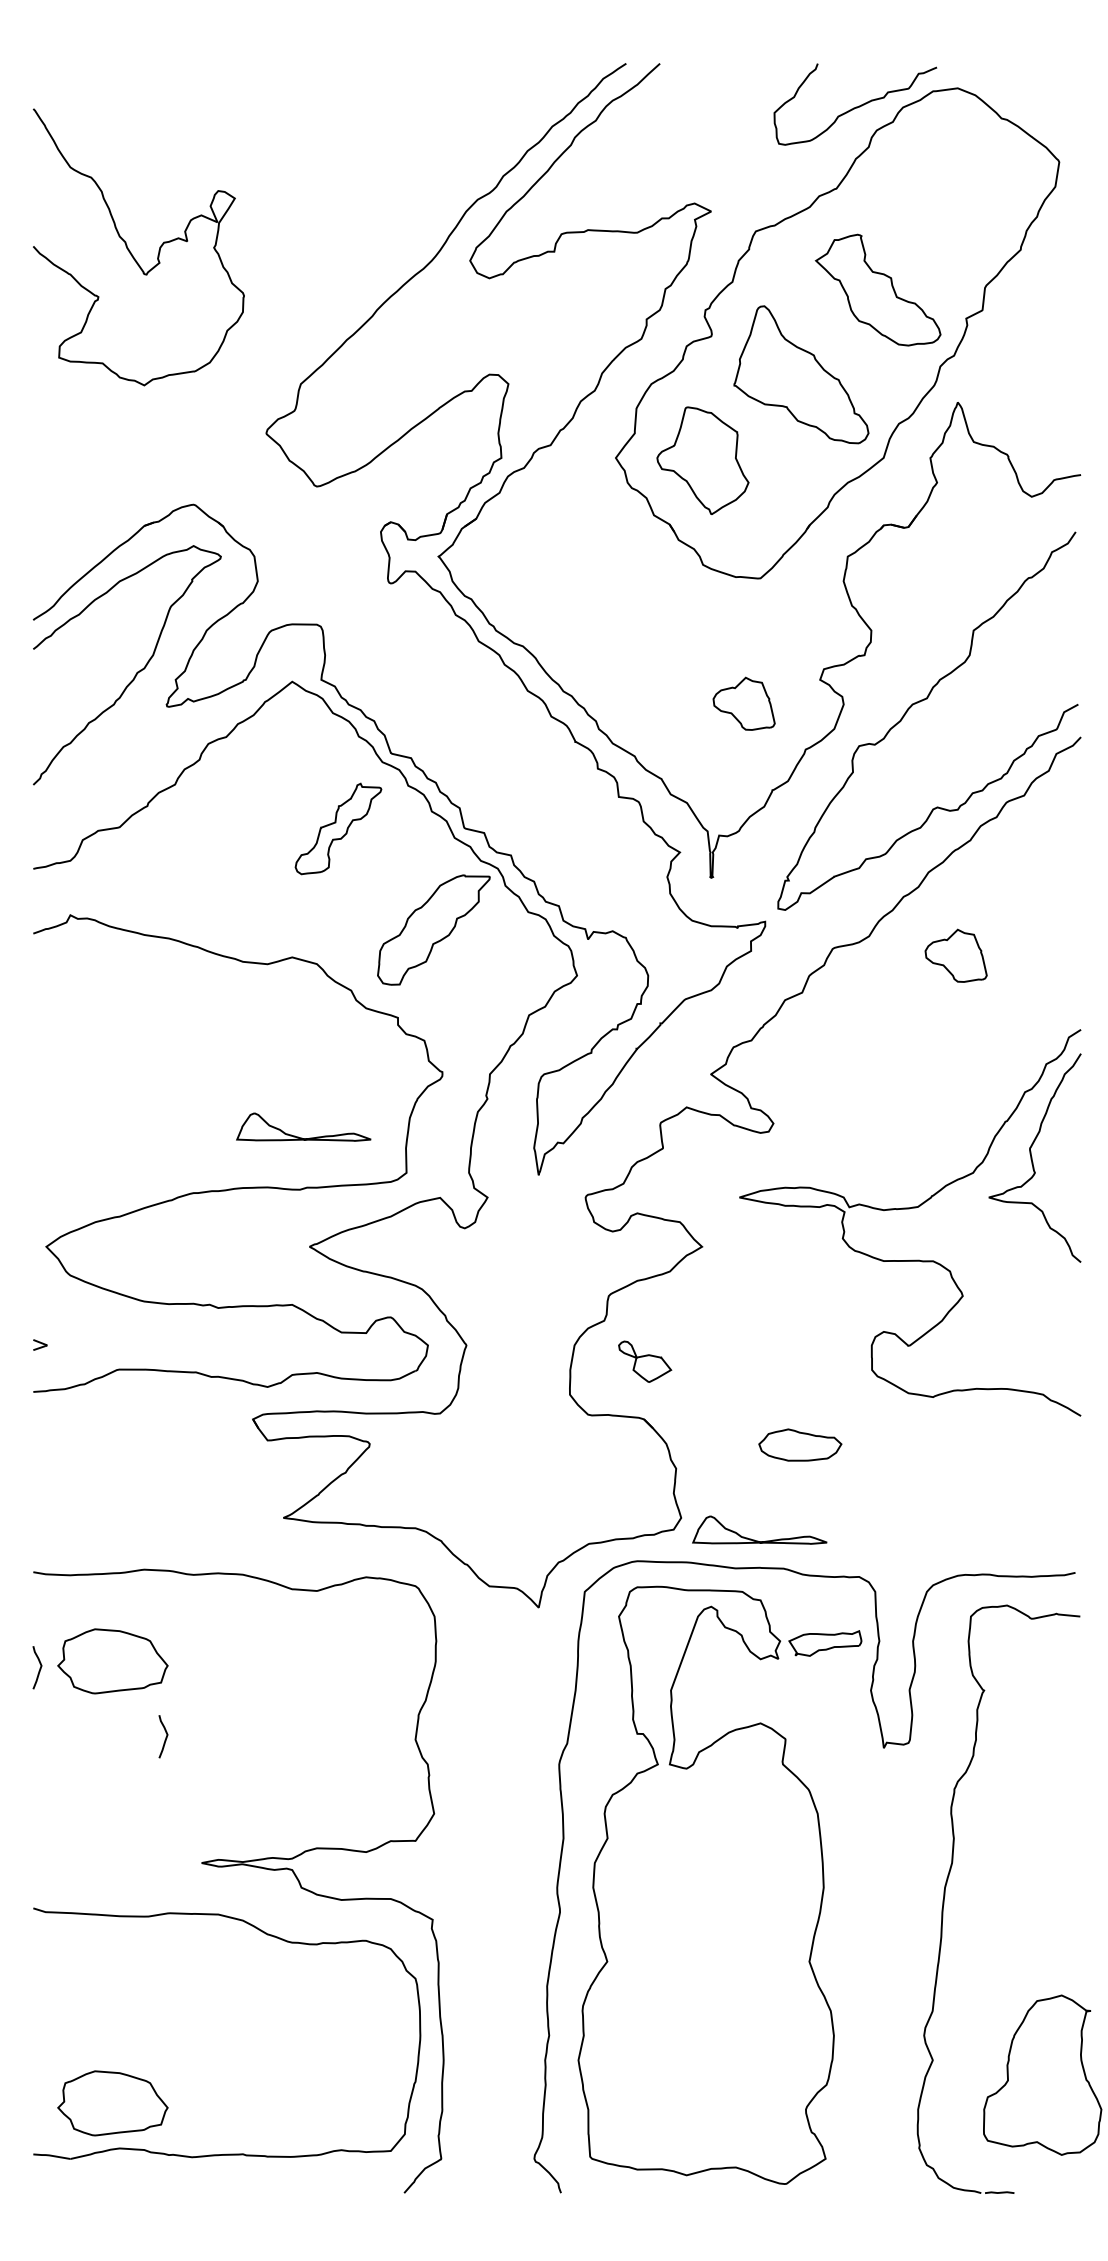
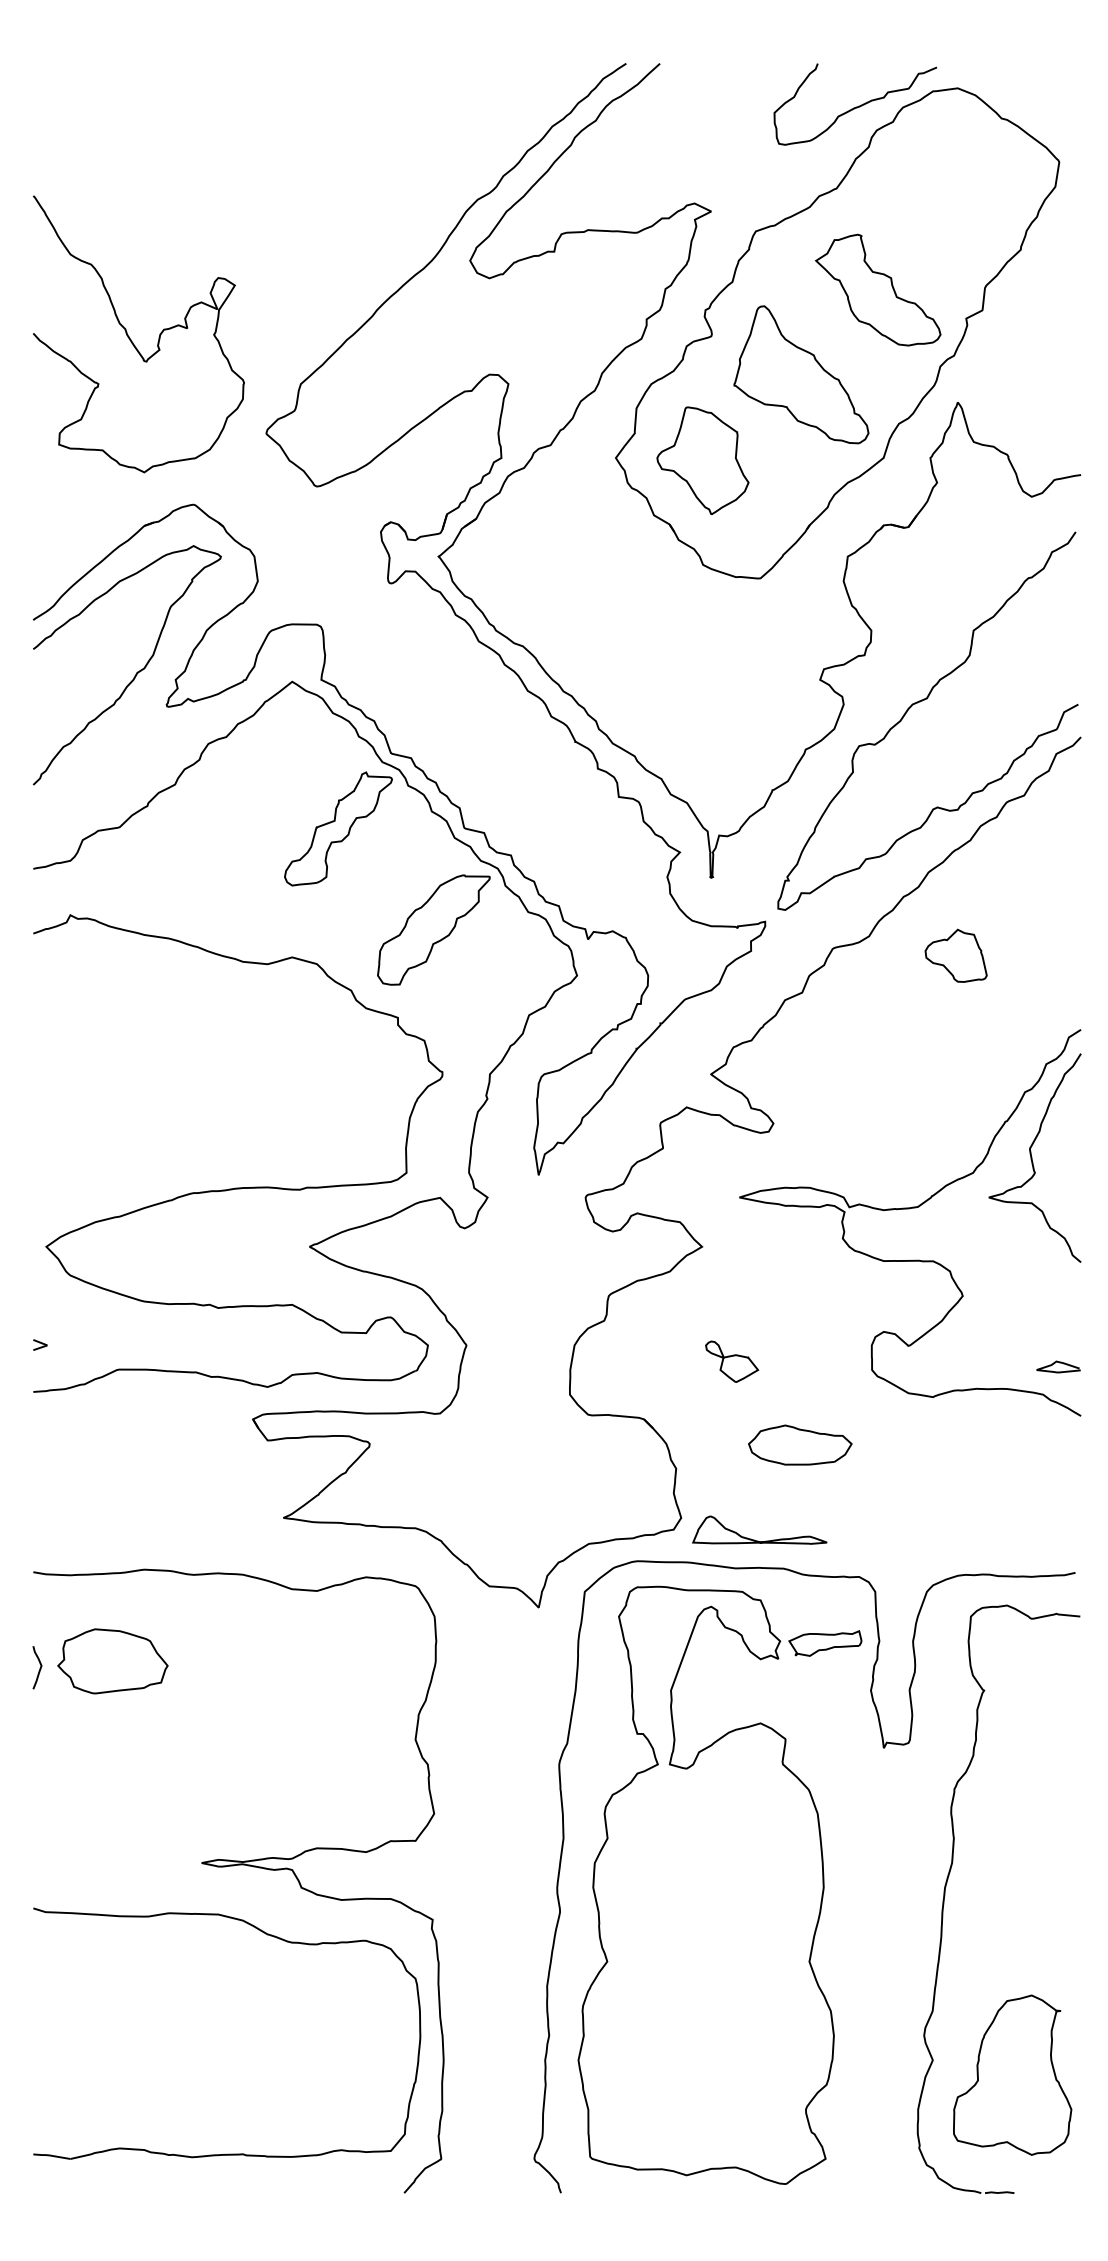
curve at (131, 252) position: (131, 252) -> (131, 339)
part at (743, 703): present -> none
part at (338, 828) size: 89x94 px -> 109x116 px
part at (302, 1137): present -> none
part at (645, 1361) position: (645, 1361) -> (732, 1361)
curve at (1059, 1363): none -> present
part at (800, 1444) size: 85x34 px -> 105x42 px
curve at (165, 1737): present -> none
part at (1042, 2074) position: (1042, 2074) -> (1012, 2074)
part at (112, 2103): present -> none
